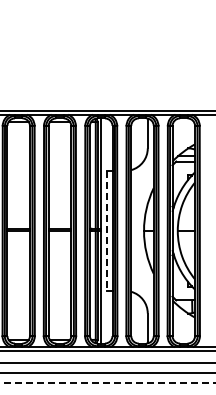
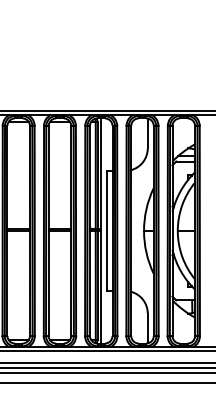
line at (106, 231): dashed -> solid
line at (107, 367): none -> present
line at (108, 382): dashed -> solid
